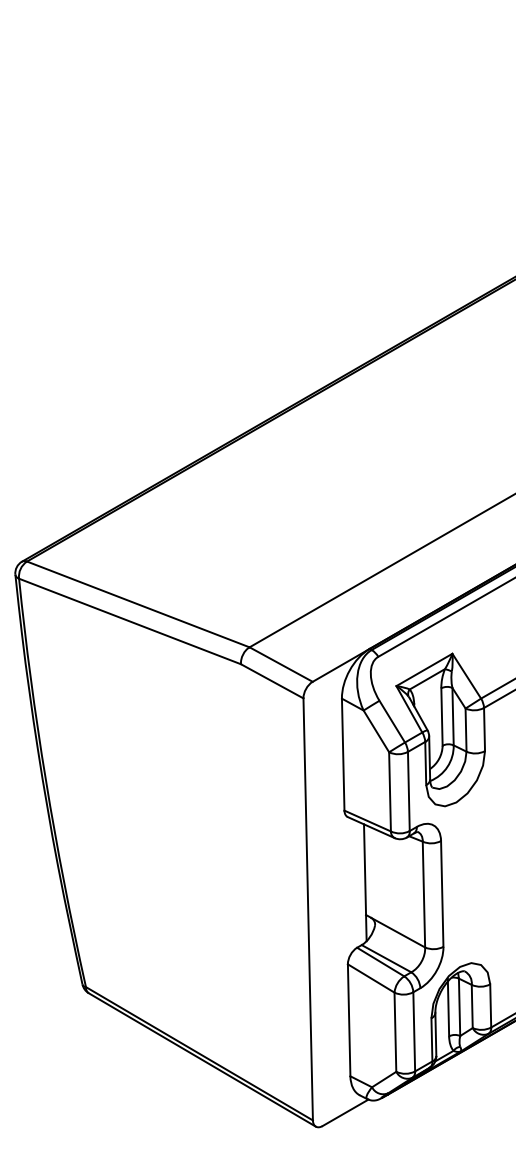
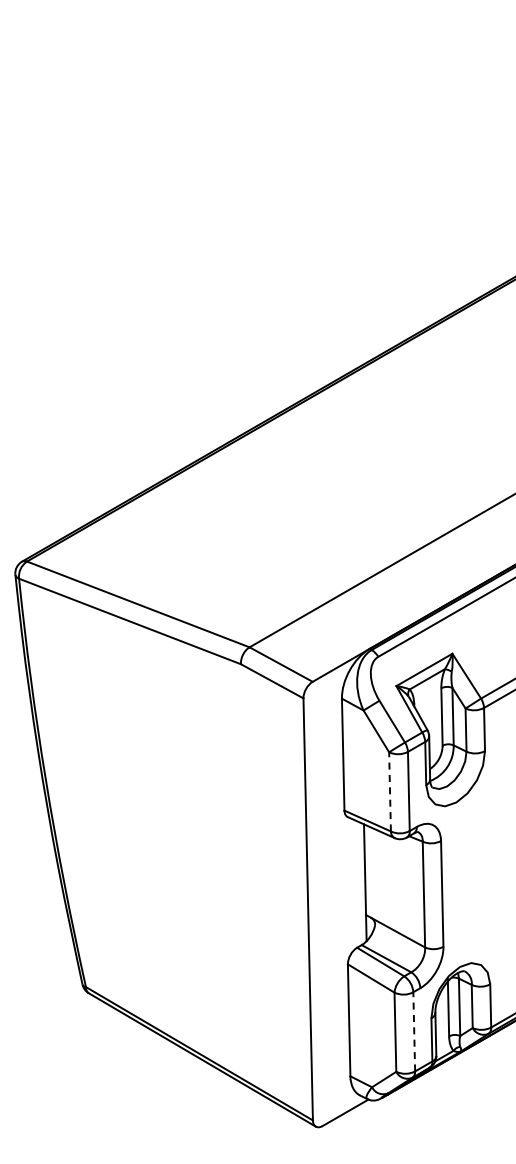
line at (390, 791): solid -> dashed
line at (414, 1031): solid -> dashed
